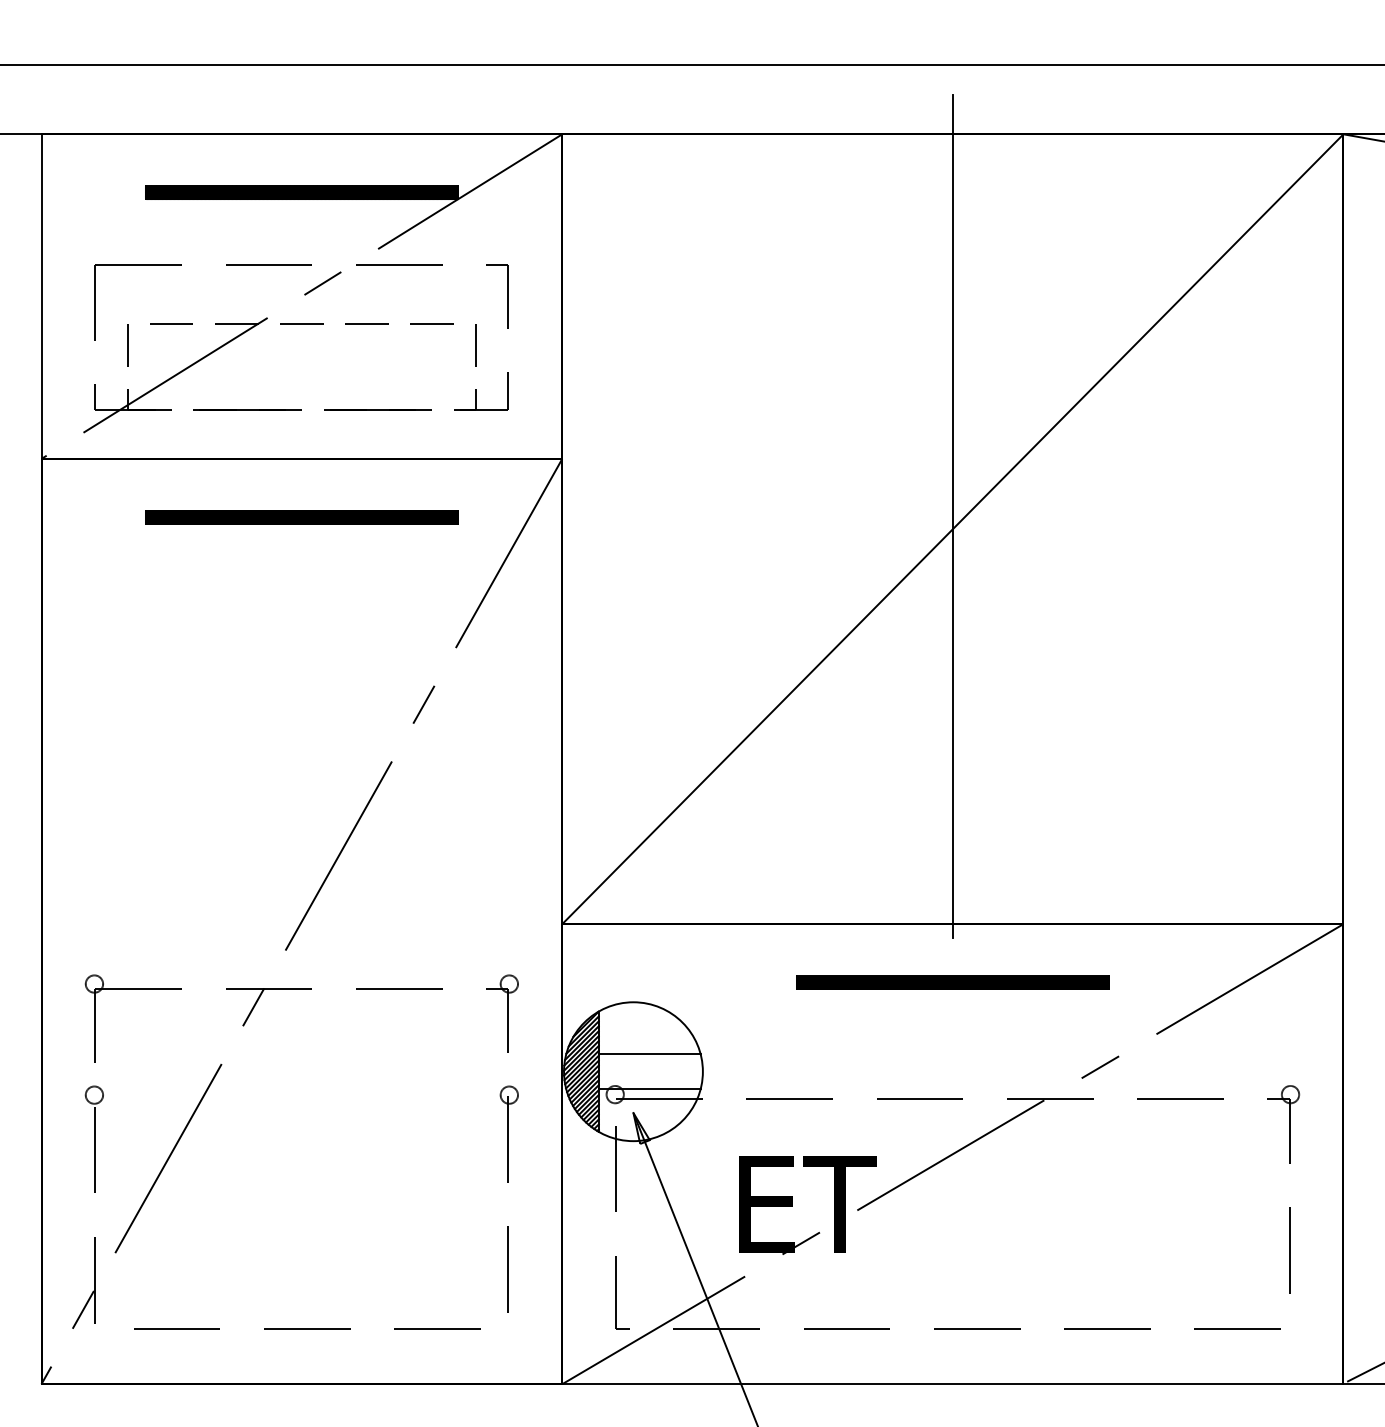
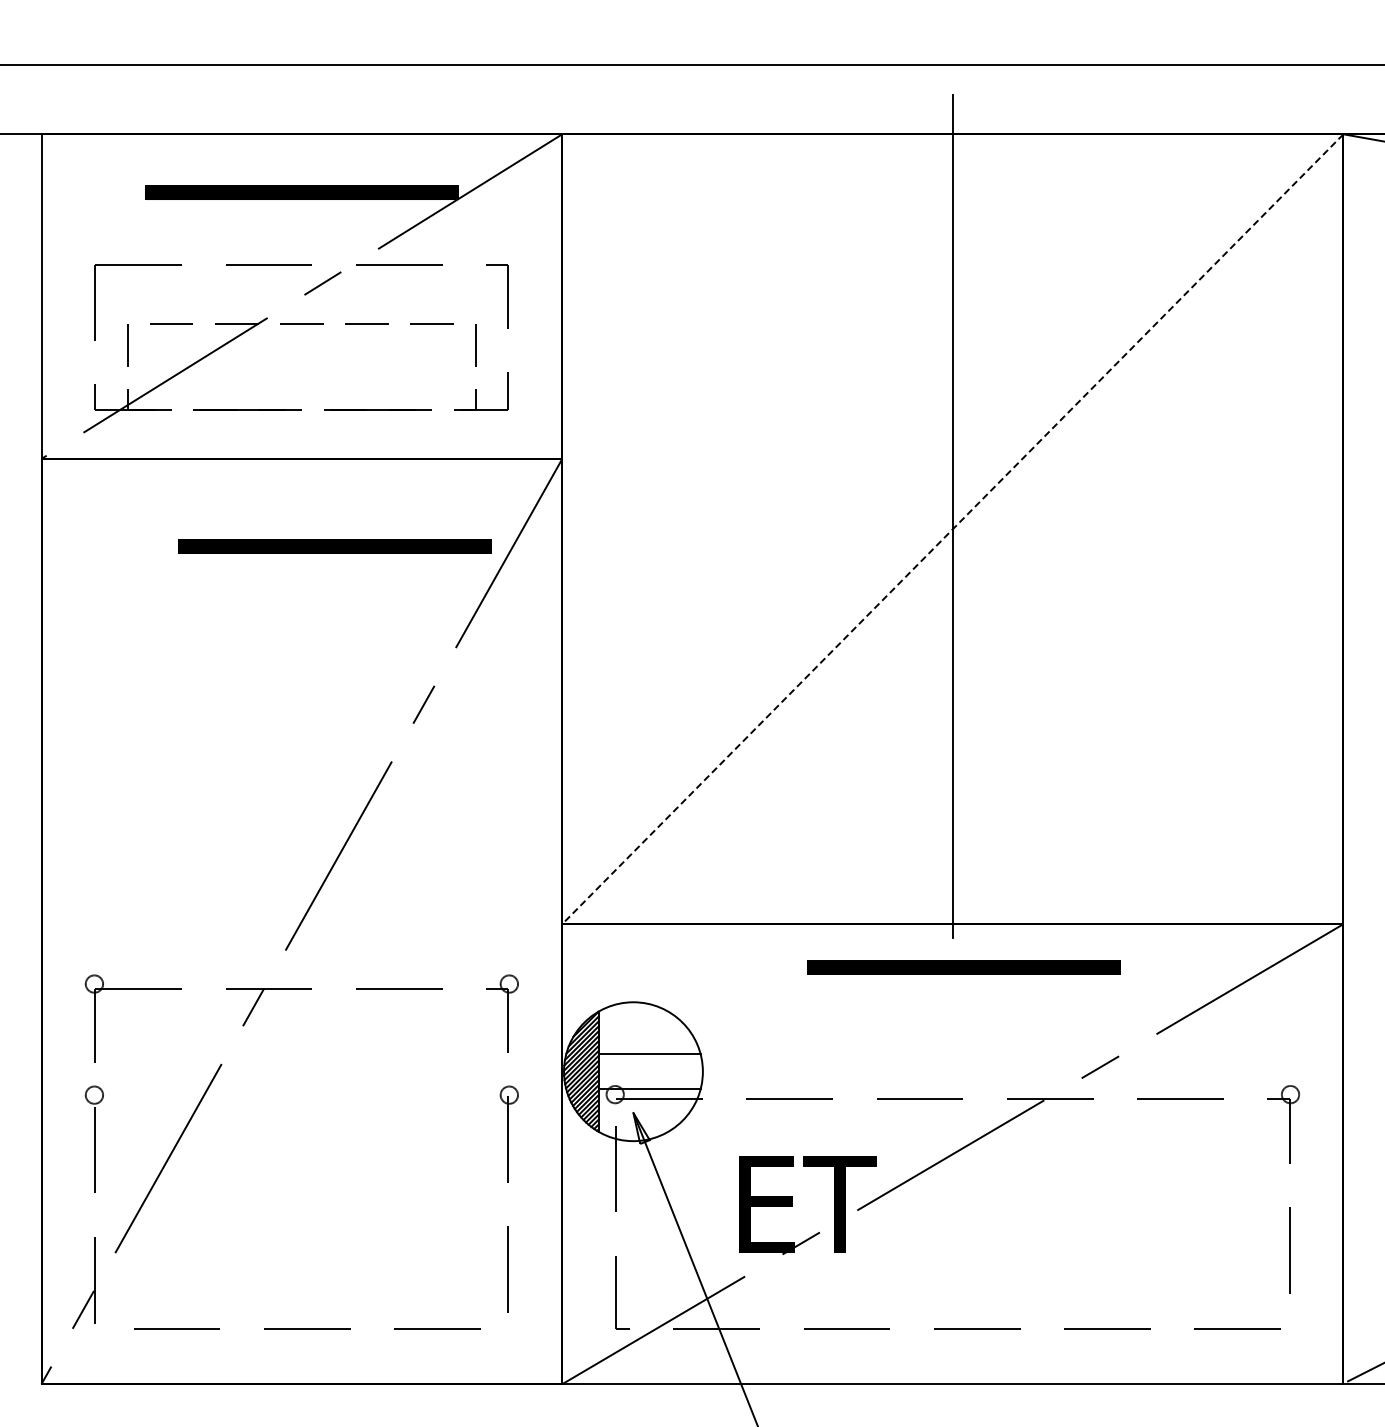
part at (301, 517) position: (301, 517) -> (334, 546)
line at (952, 529): solid -> dashed
part at (952, 982) position: (952, 982) -> (963, 967)
